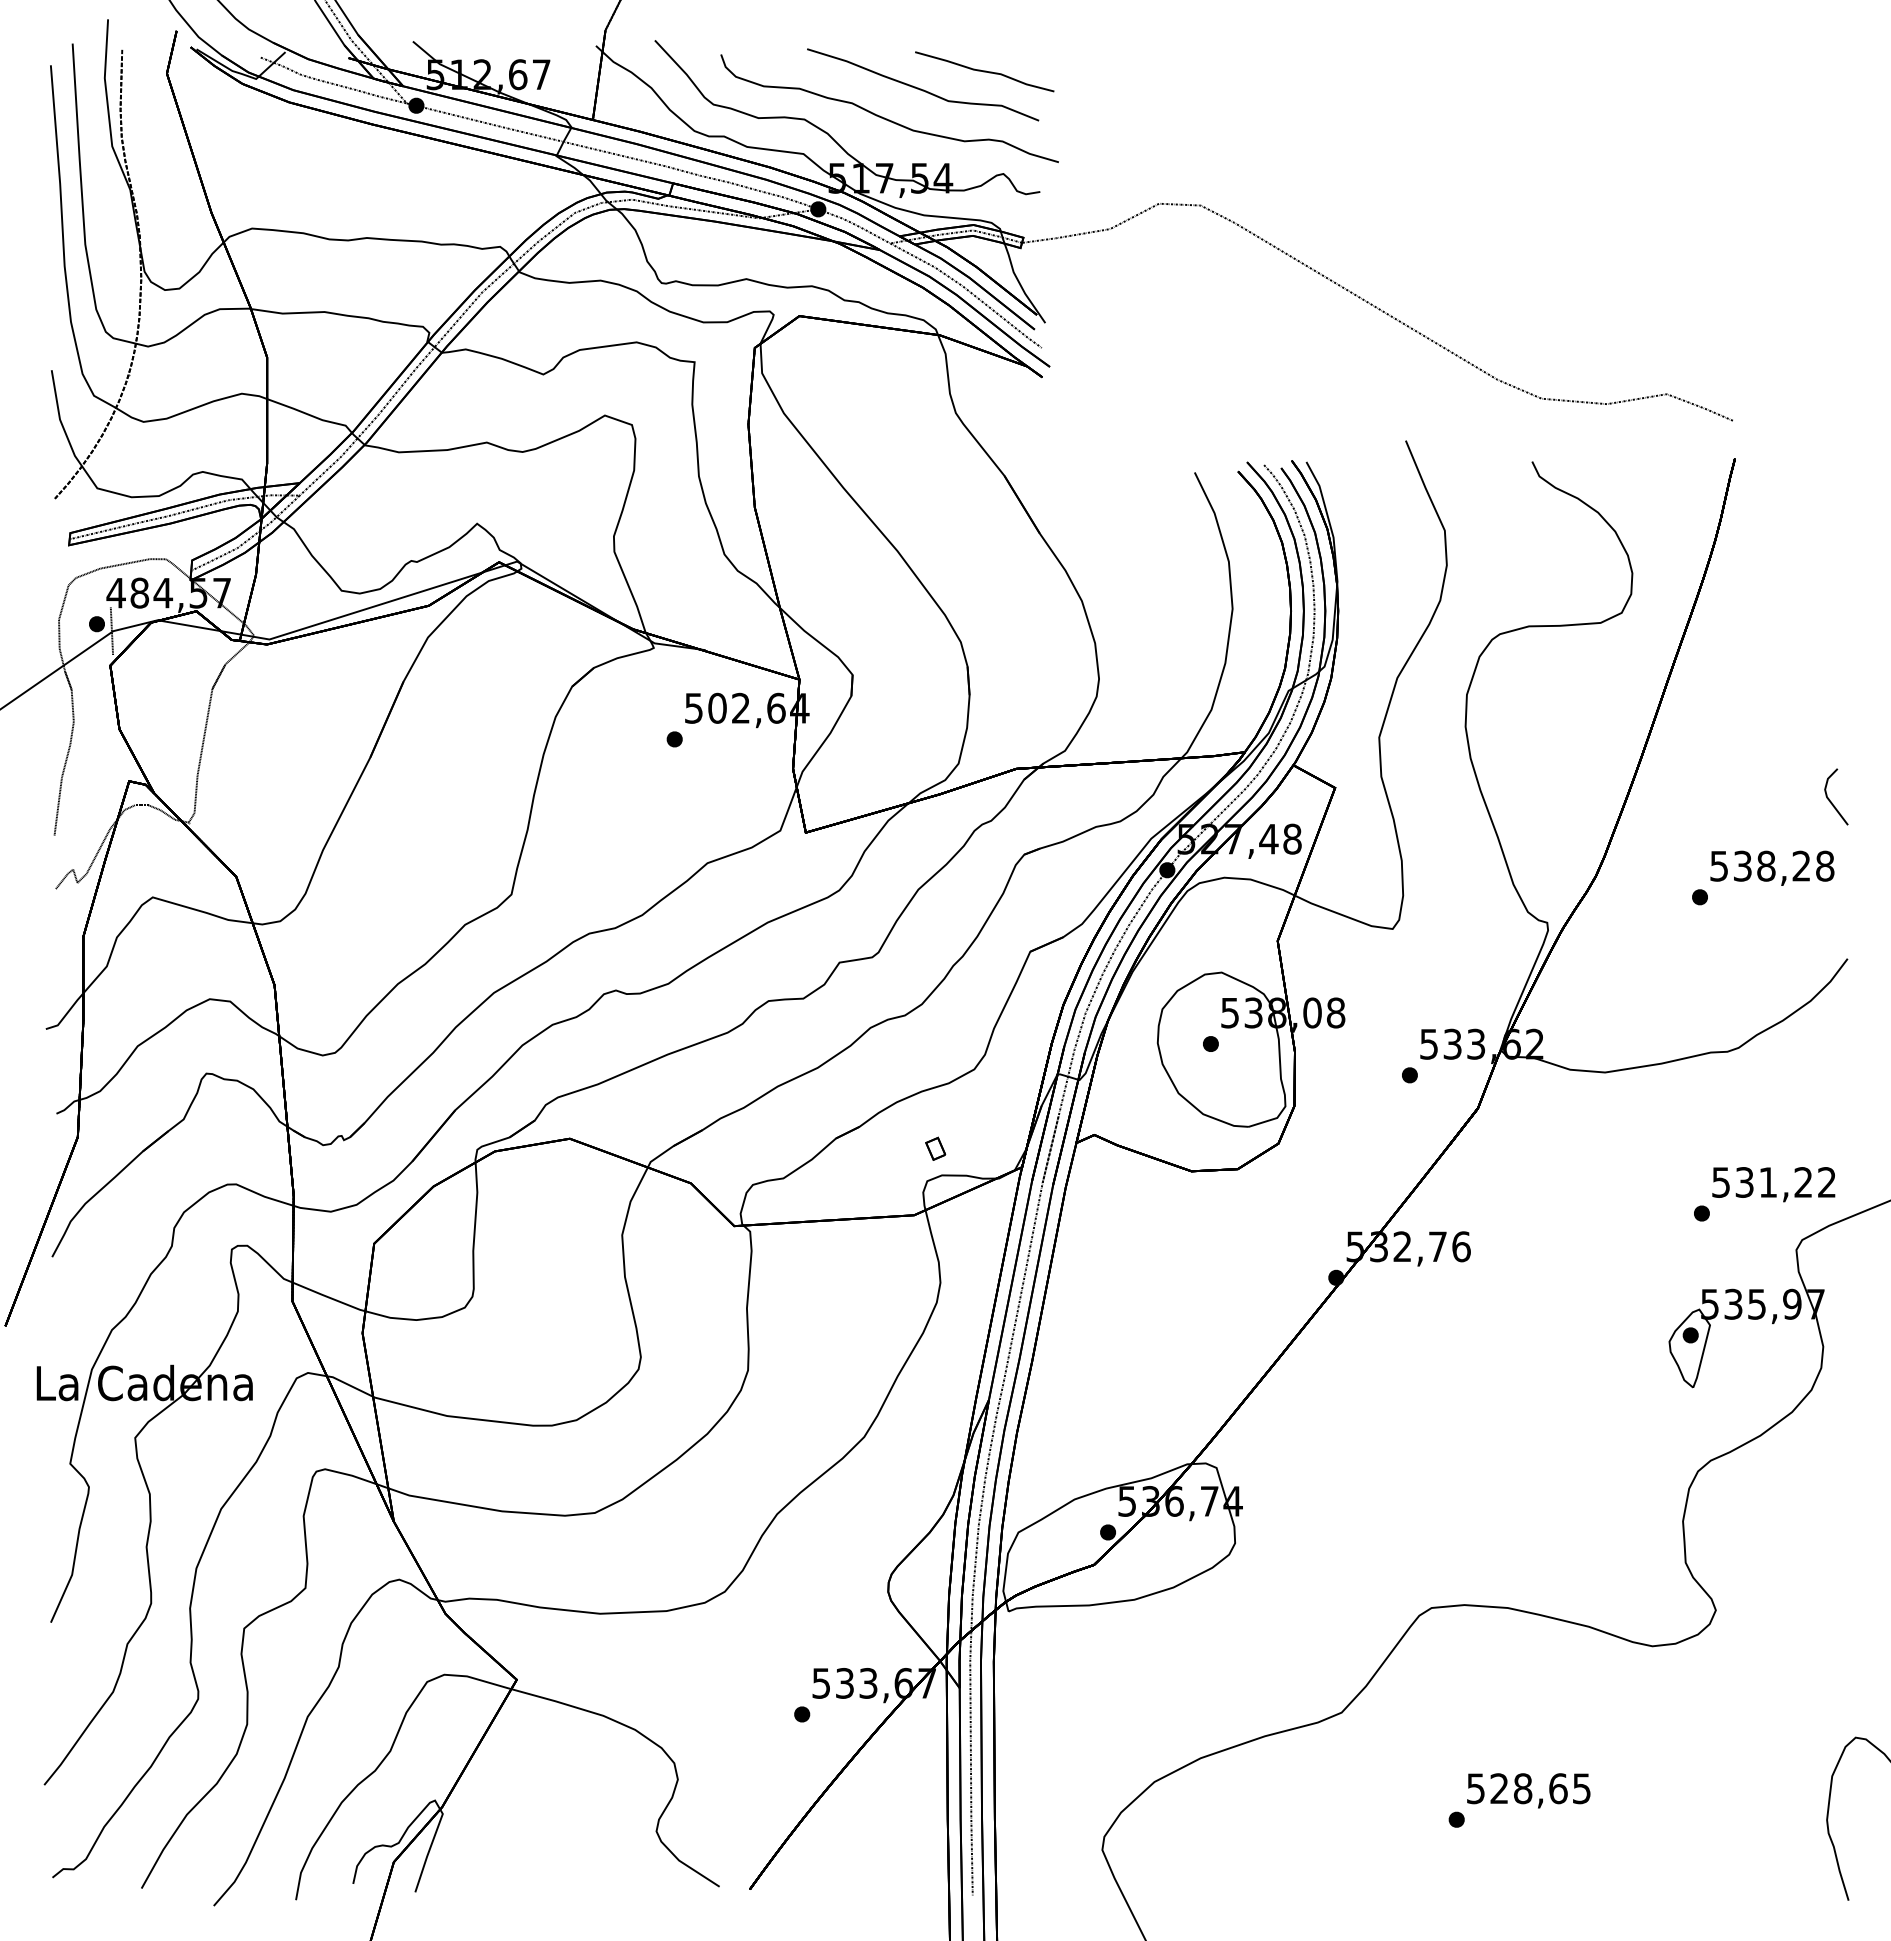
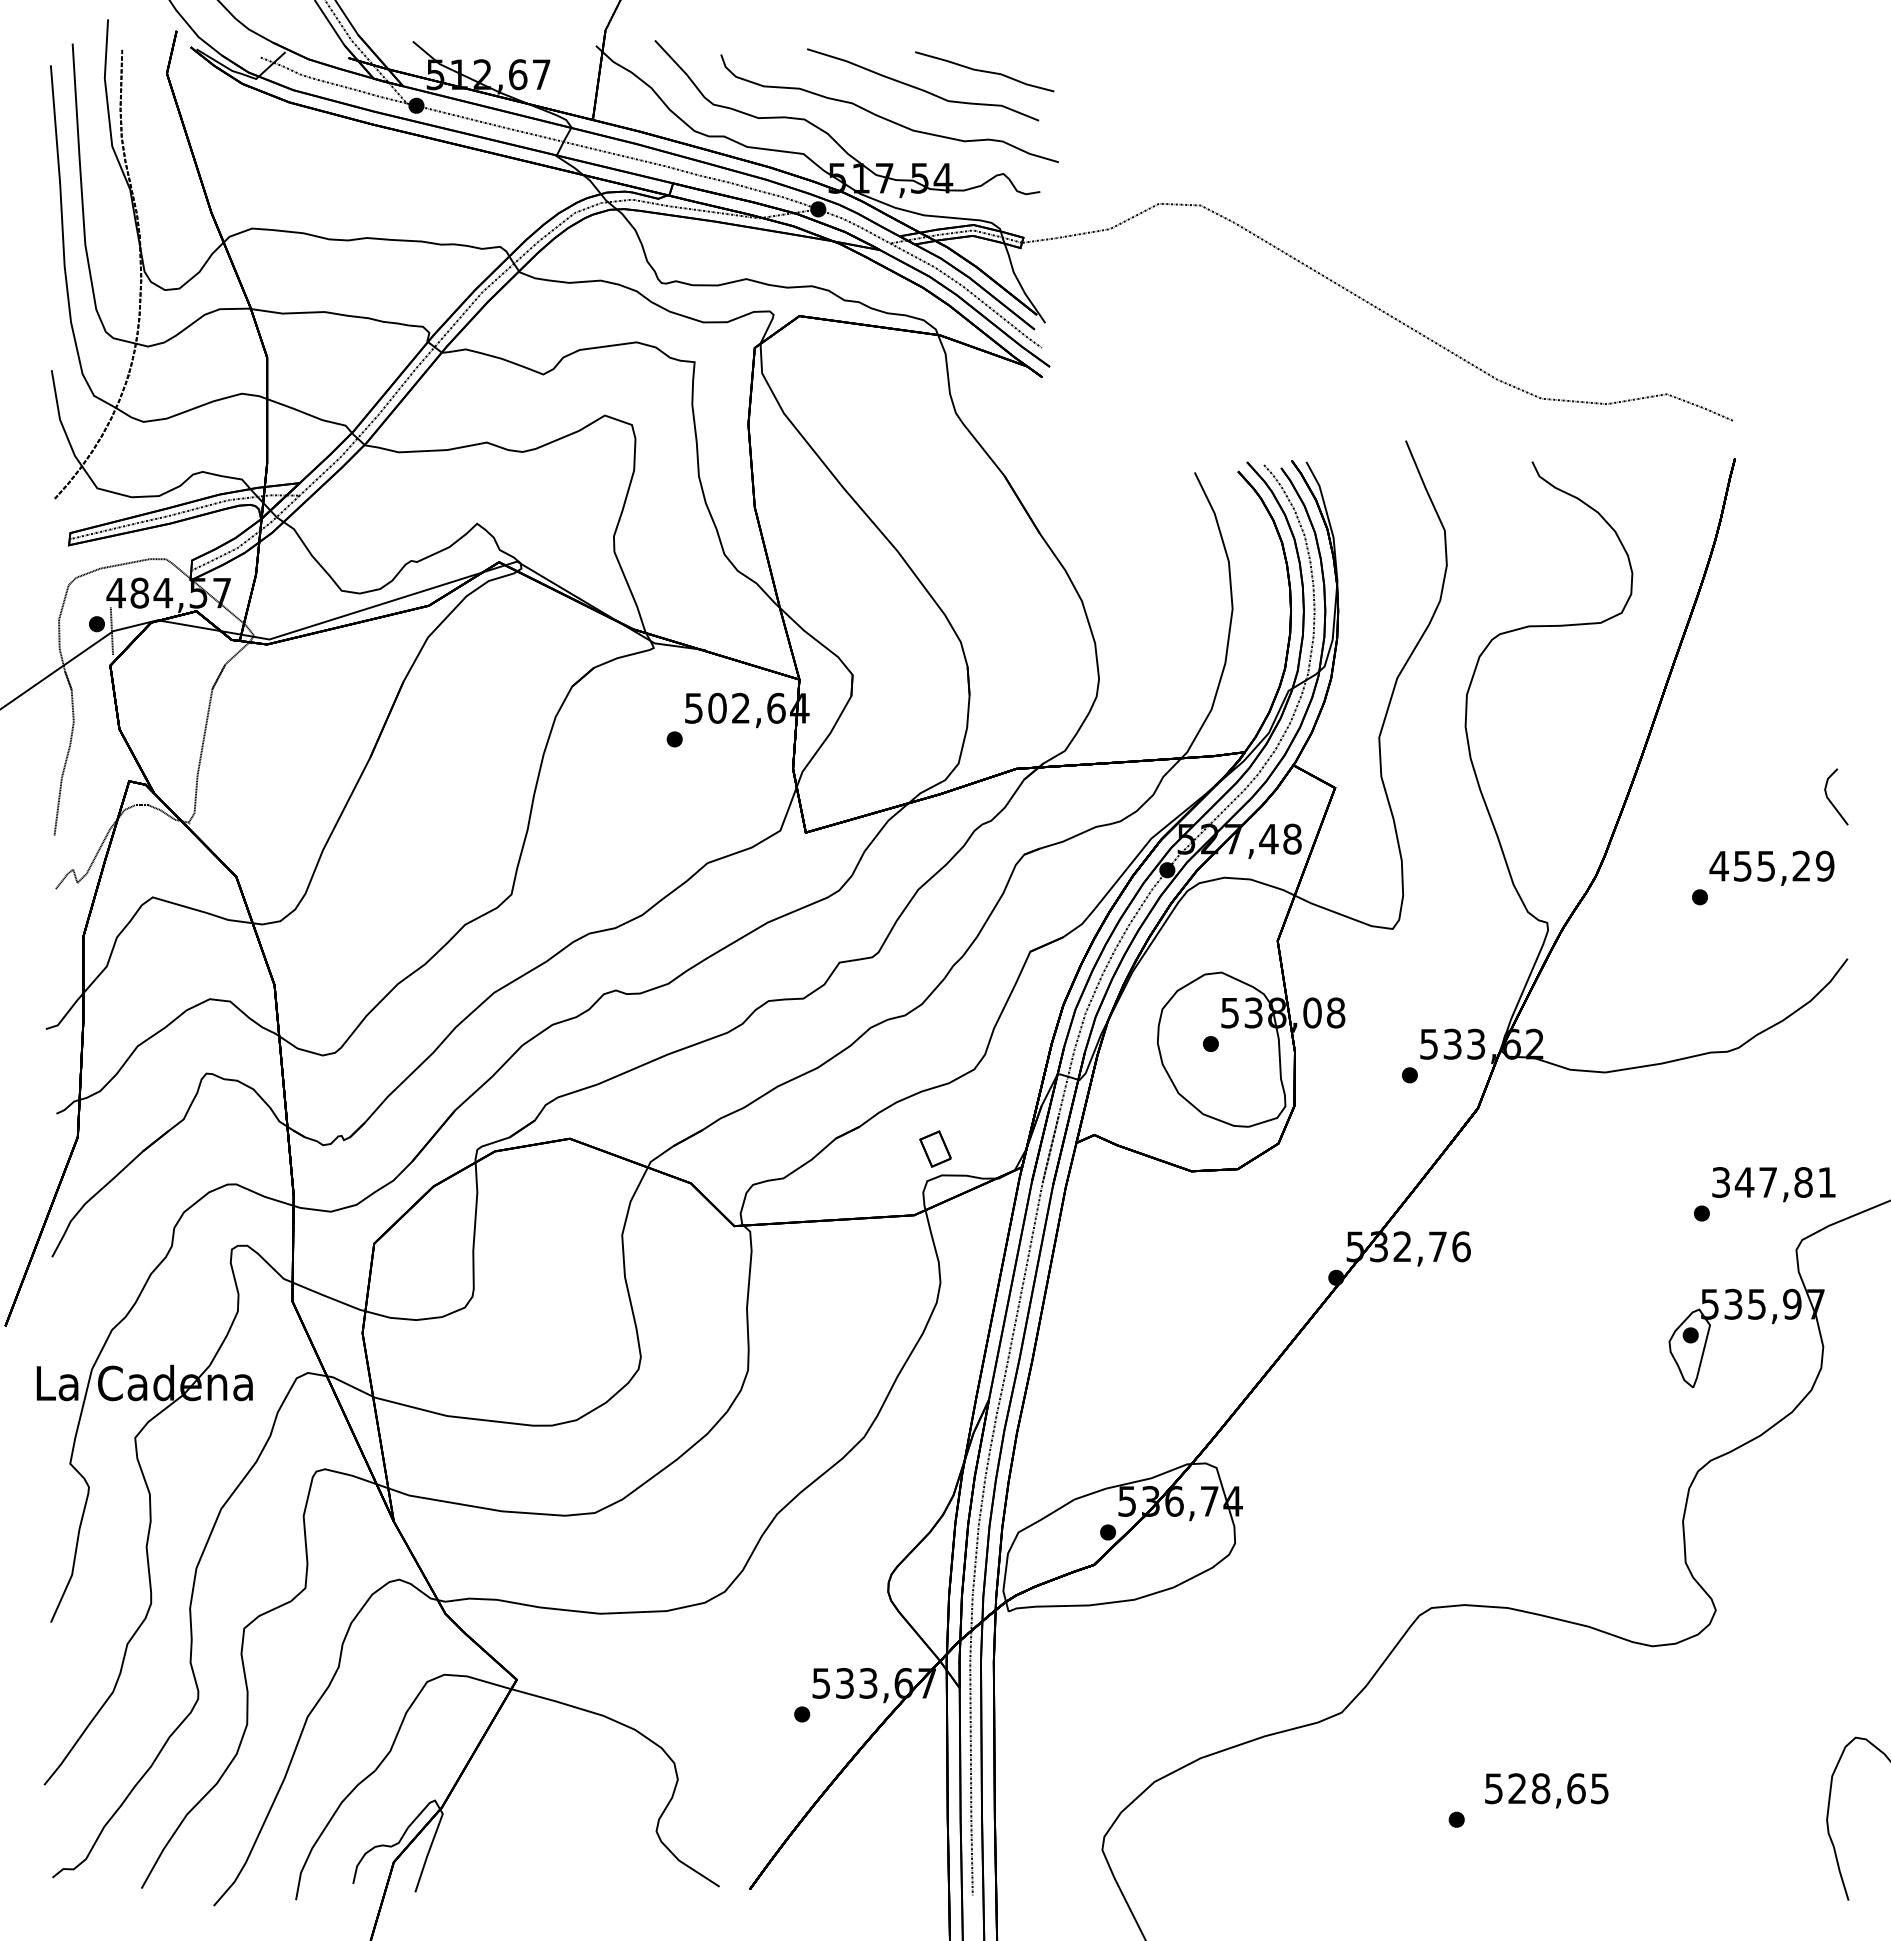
text at (1771, 865): 538,28 -> 455,29
part at (935, 1148) size: 22x25 px -> 33x38 px
text at (1774, 1182): 531,22 -> 347,81
text at (1528, 1790) position: (1528, 1790) -> (1546, 1790)
